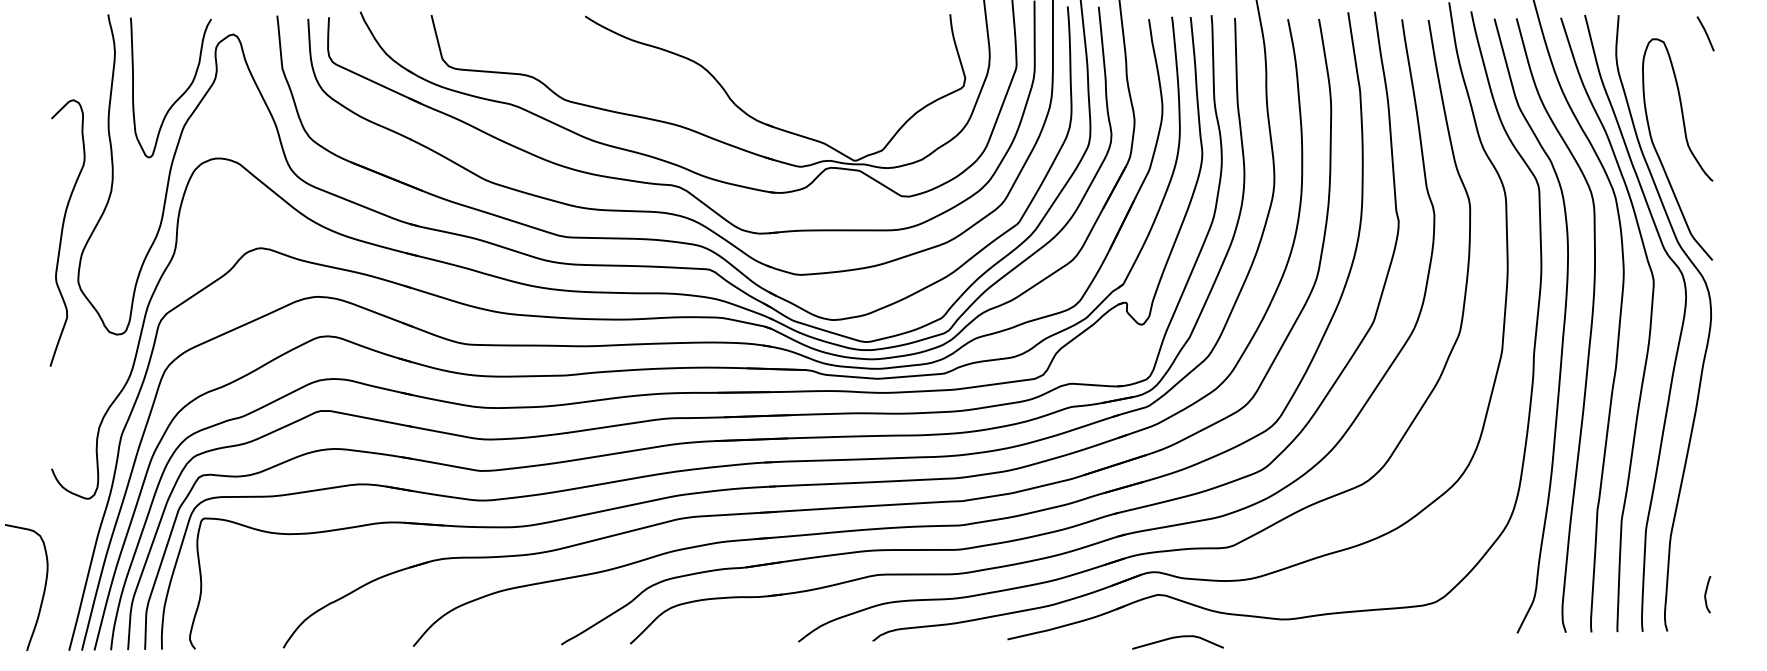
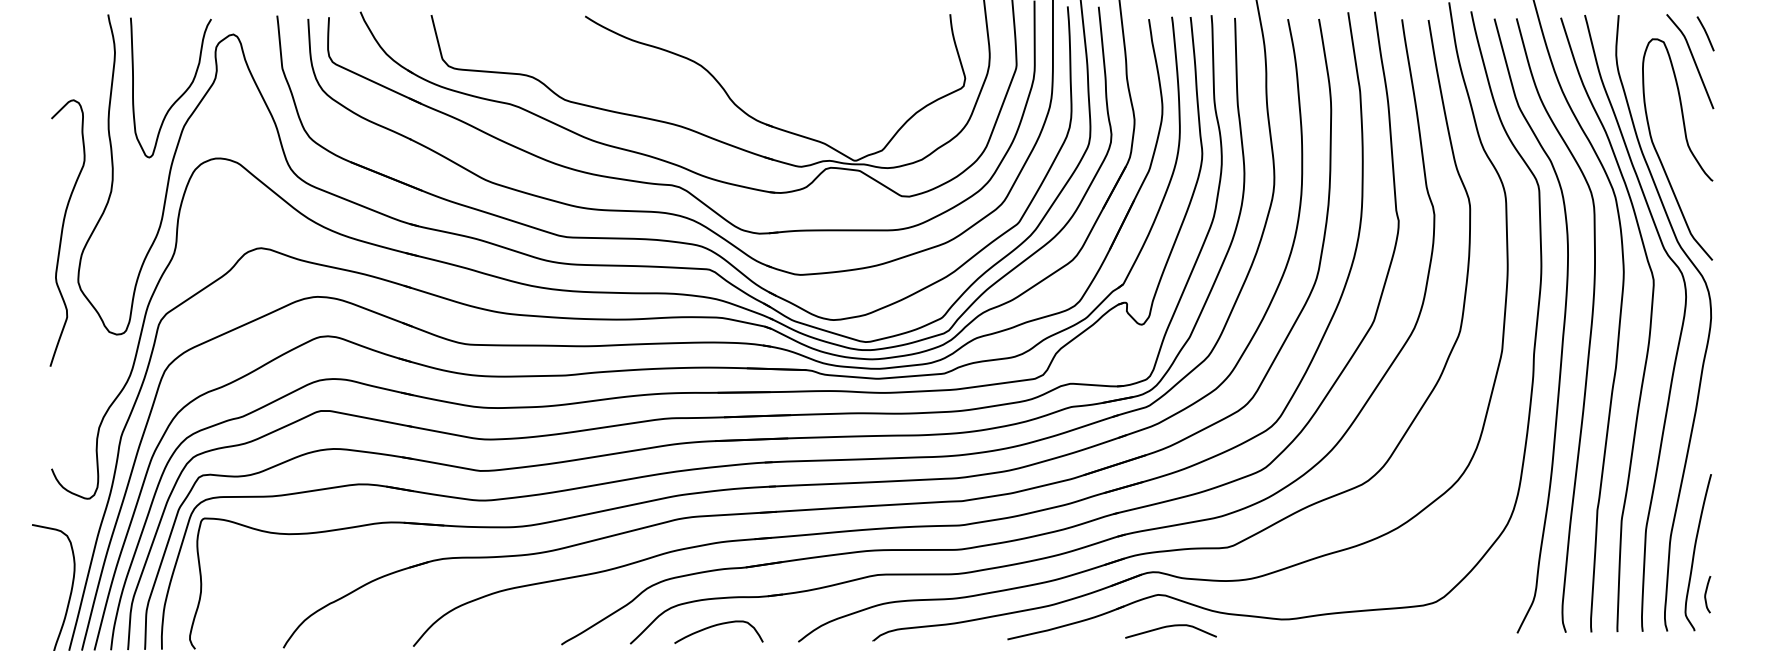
curve at (1692, 59): none -> present
curve at (1695, 551): none -> present
curve at (43, 590) position: (43, 590) -> (70, 590)
curve at (715, 626): none -> present
curve at (1176, 638) position: (1176, 638) -> (1169, 627)
